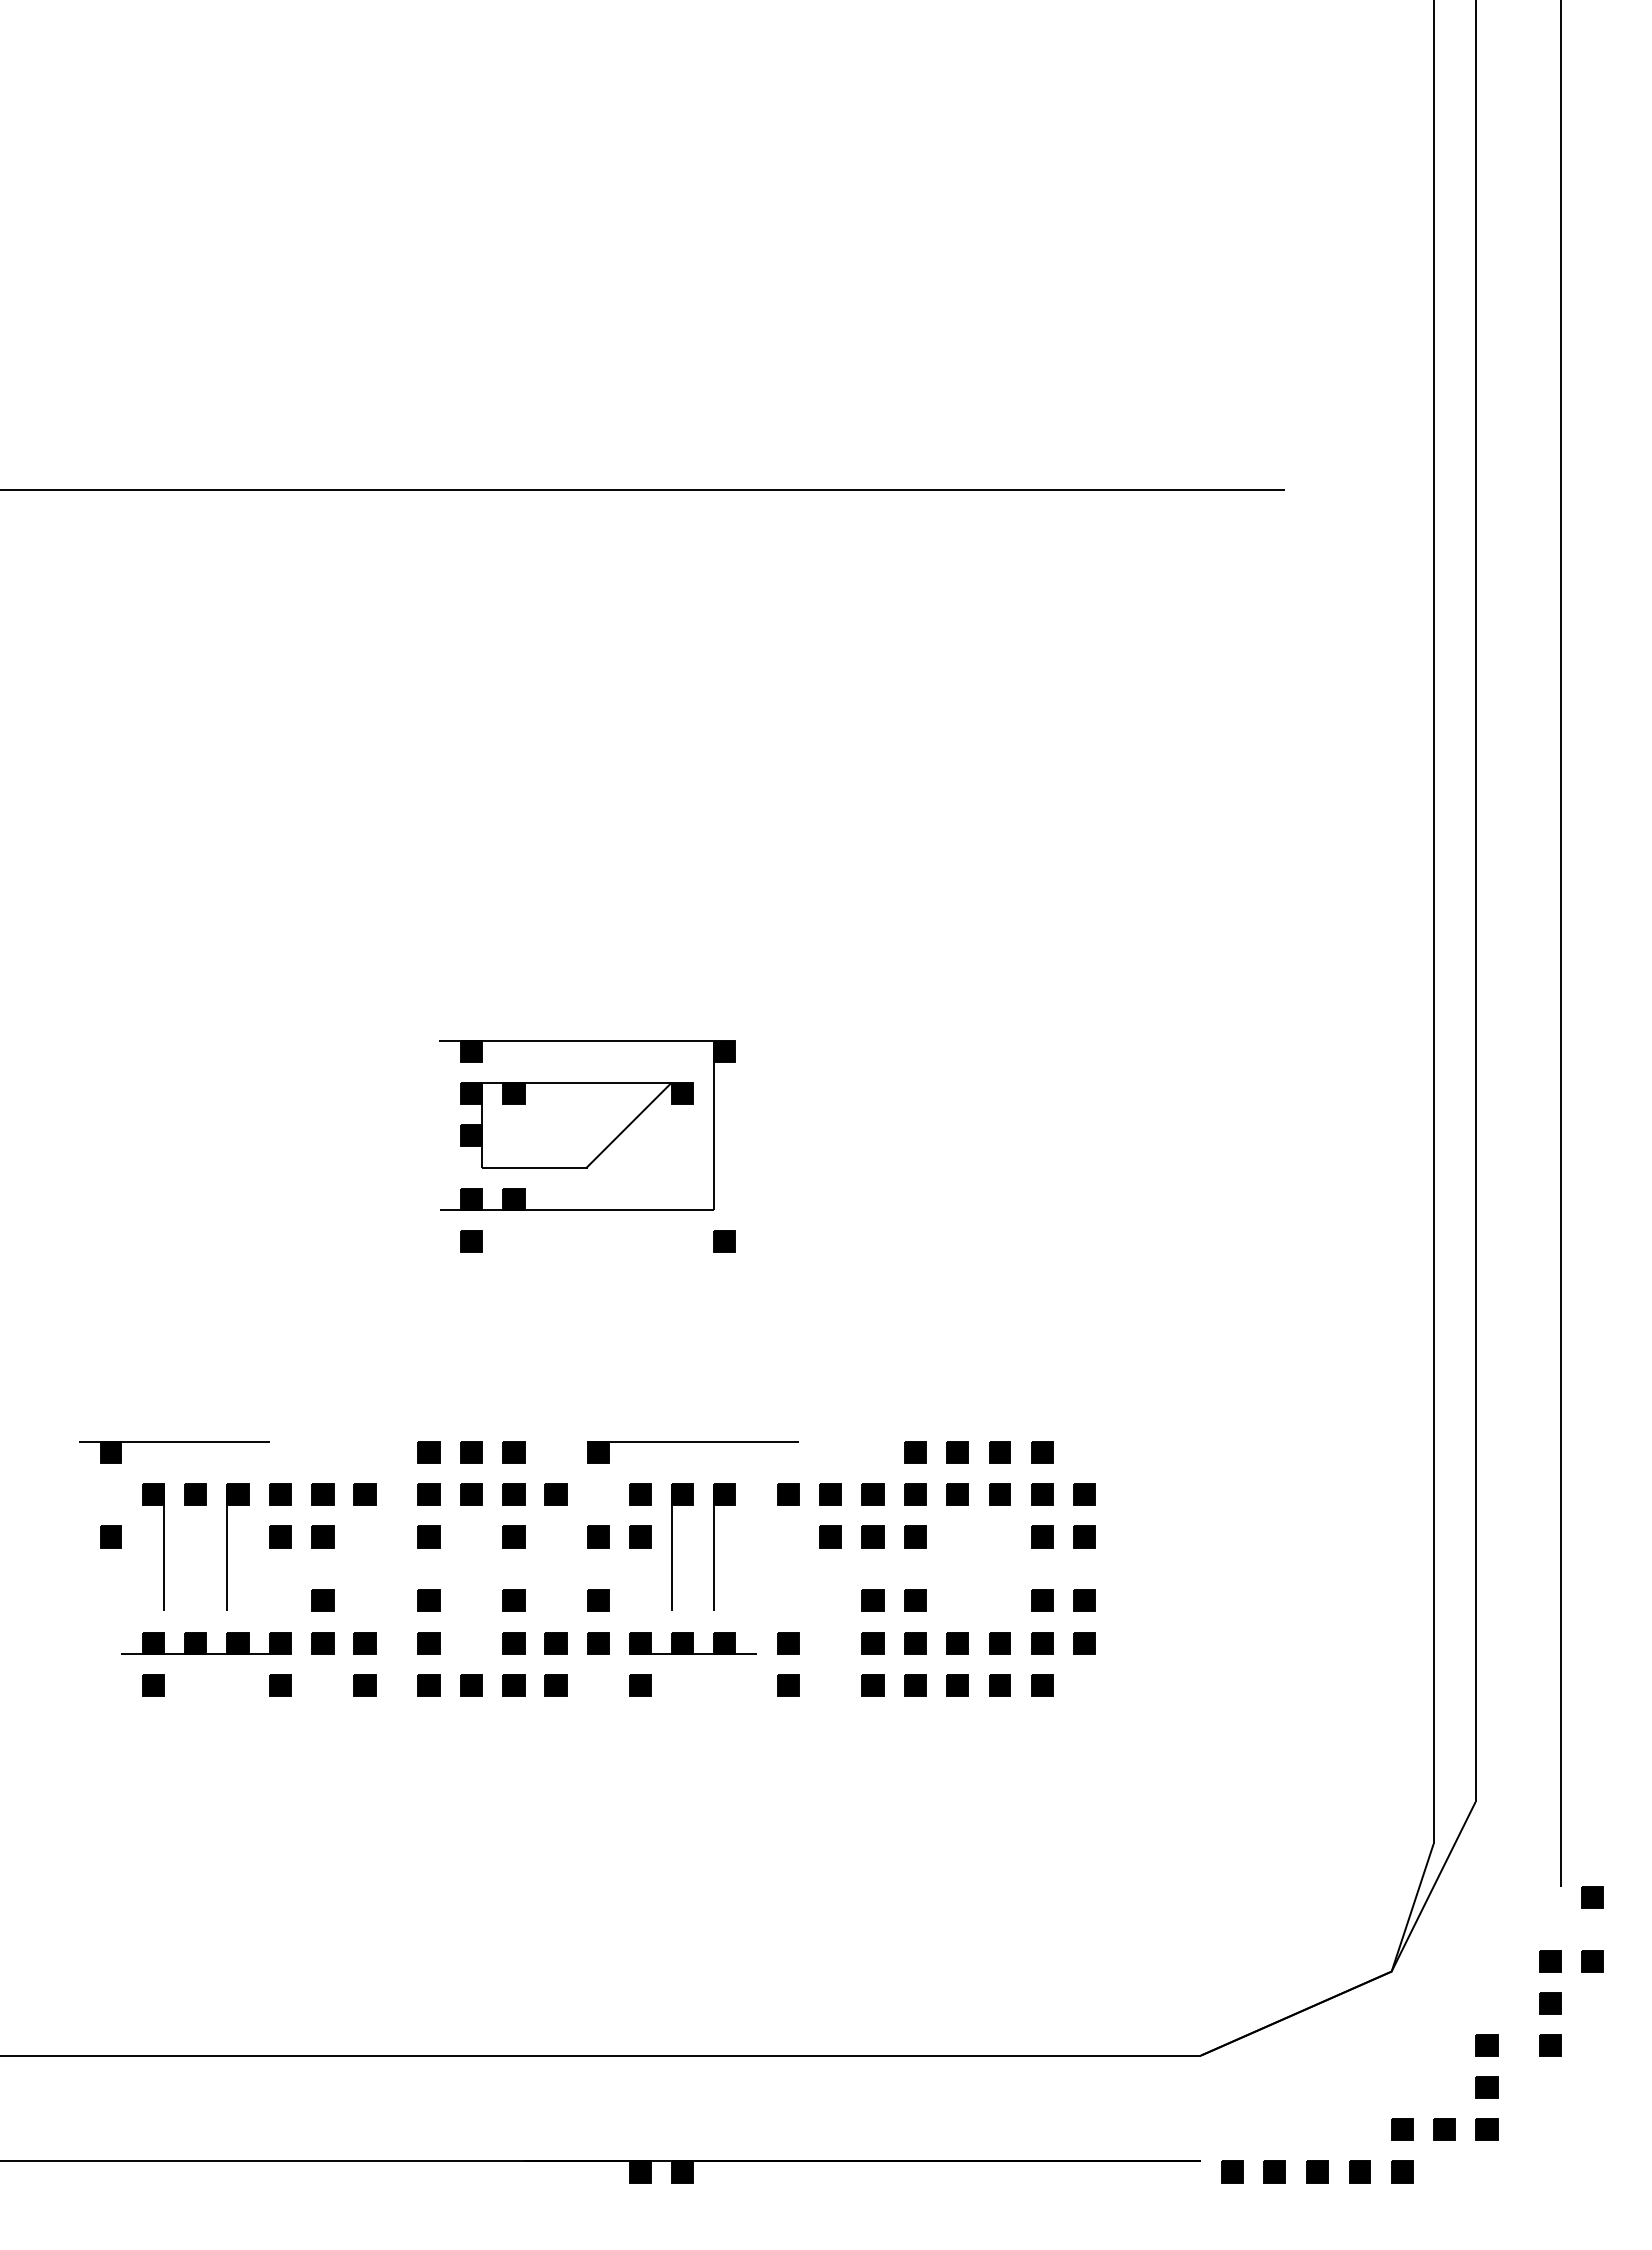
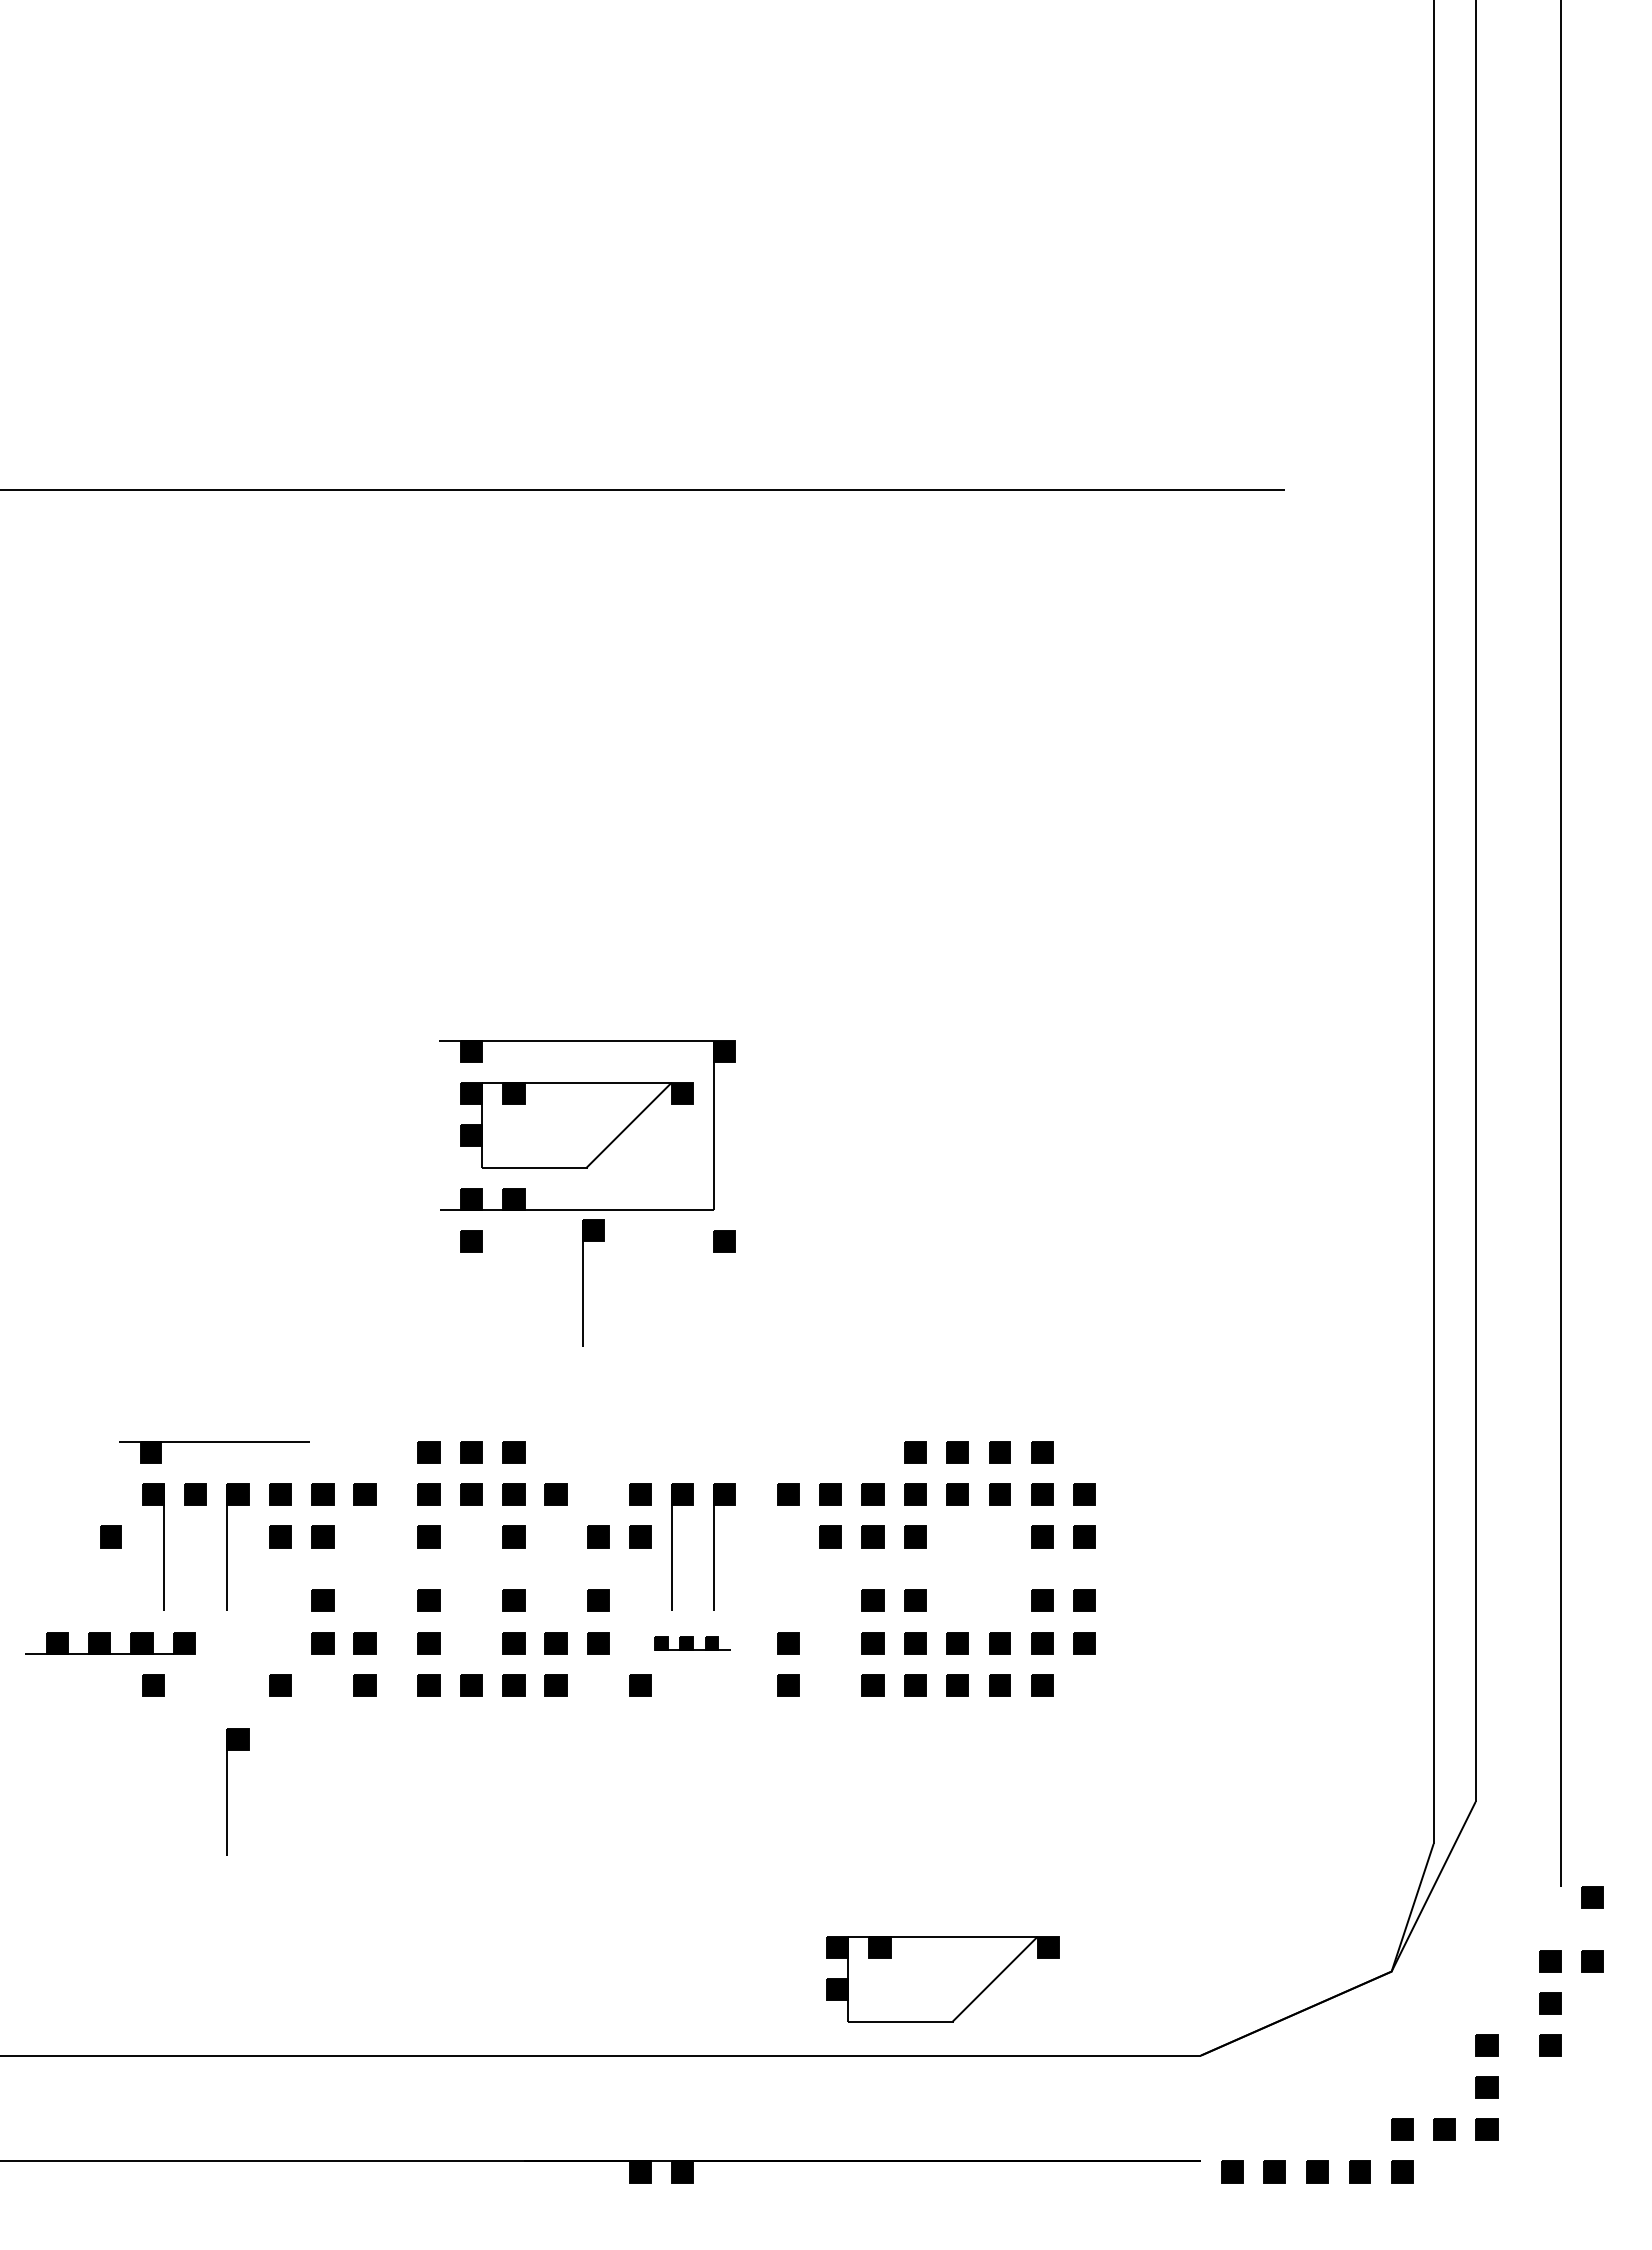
part at (583, 1282): none -> present
part at (174, 1442) position: (174, 1442) -> (214, 1442)
part at (692, 1442): present -> none
part at (206, 1643) position: (206, 1643) -> (110, 1643)
part at (692, 1643) size: 128x23 px -> 77x15 px
part at (227, 1791): none -> present
part at (942, 1979): none -> present
